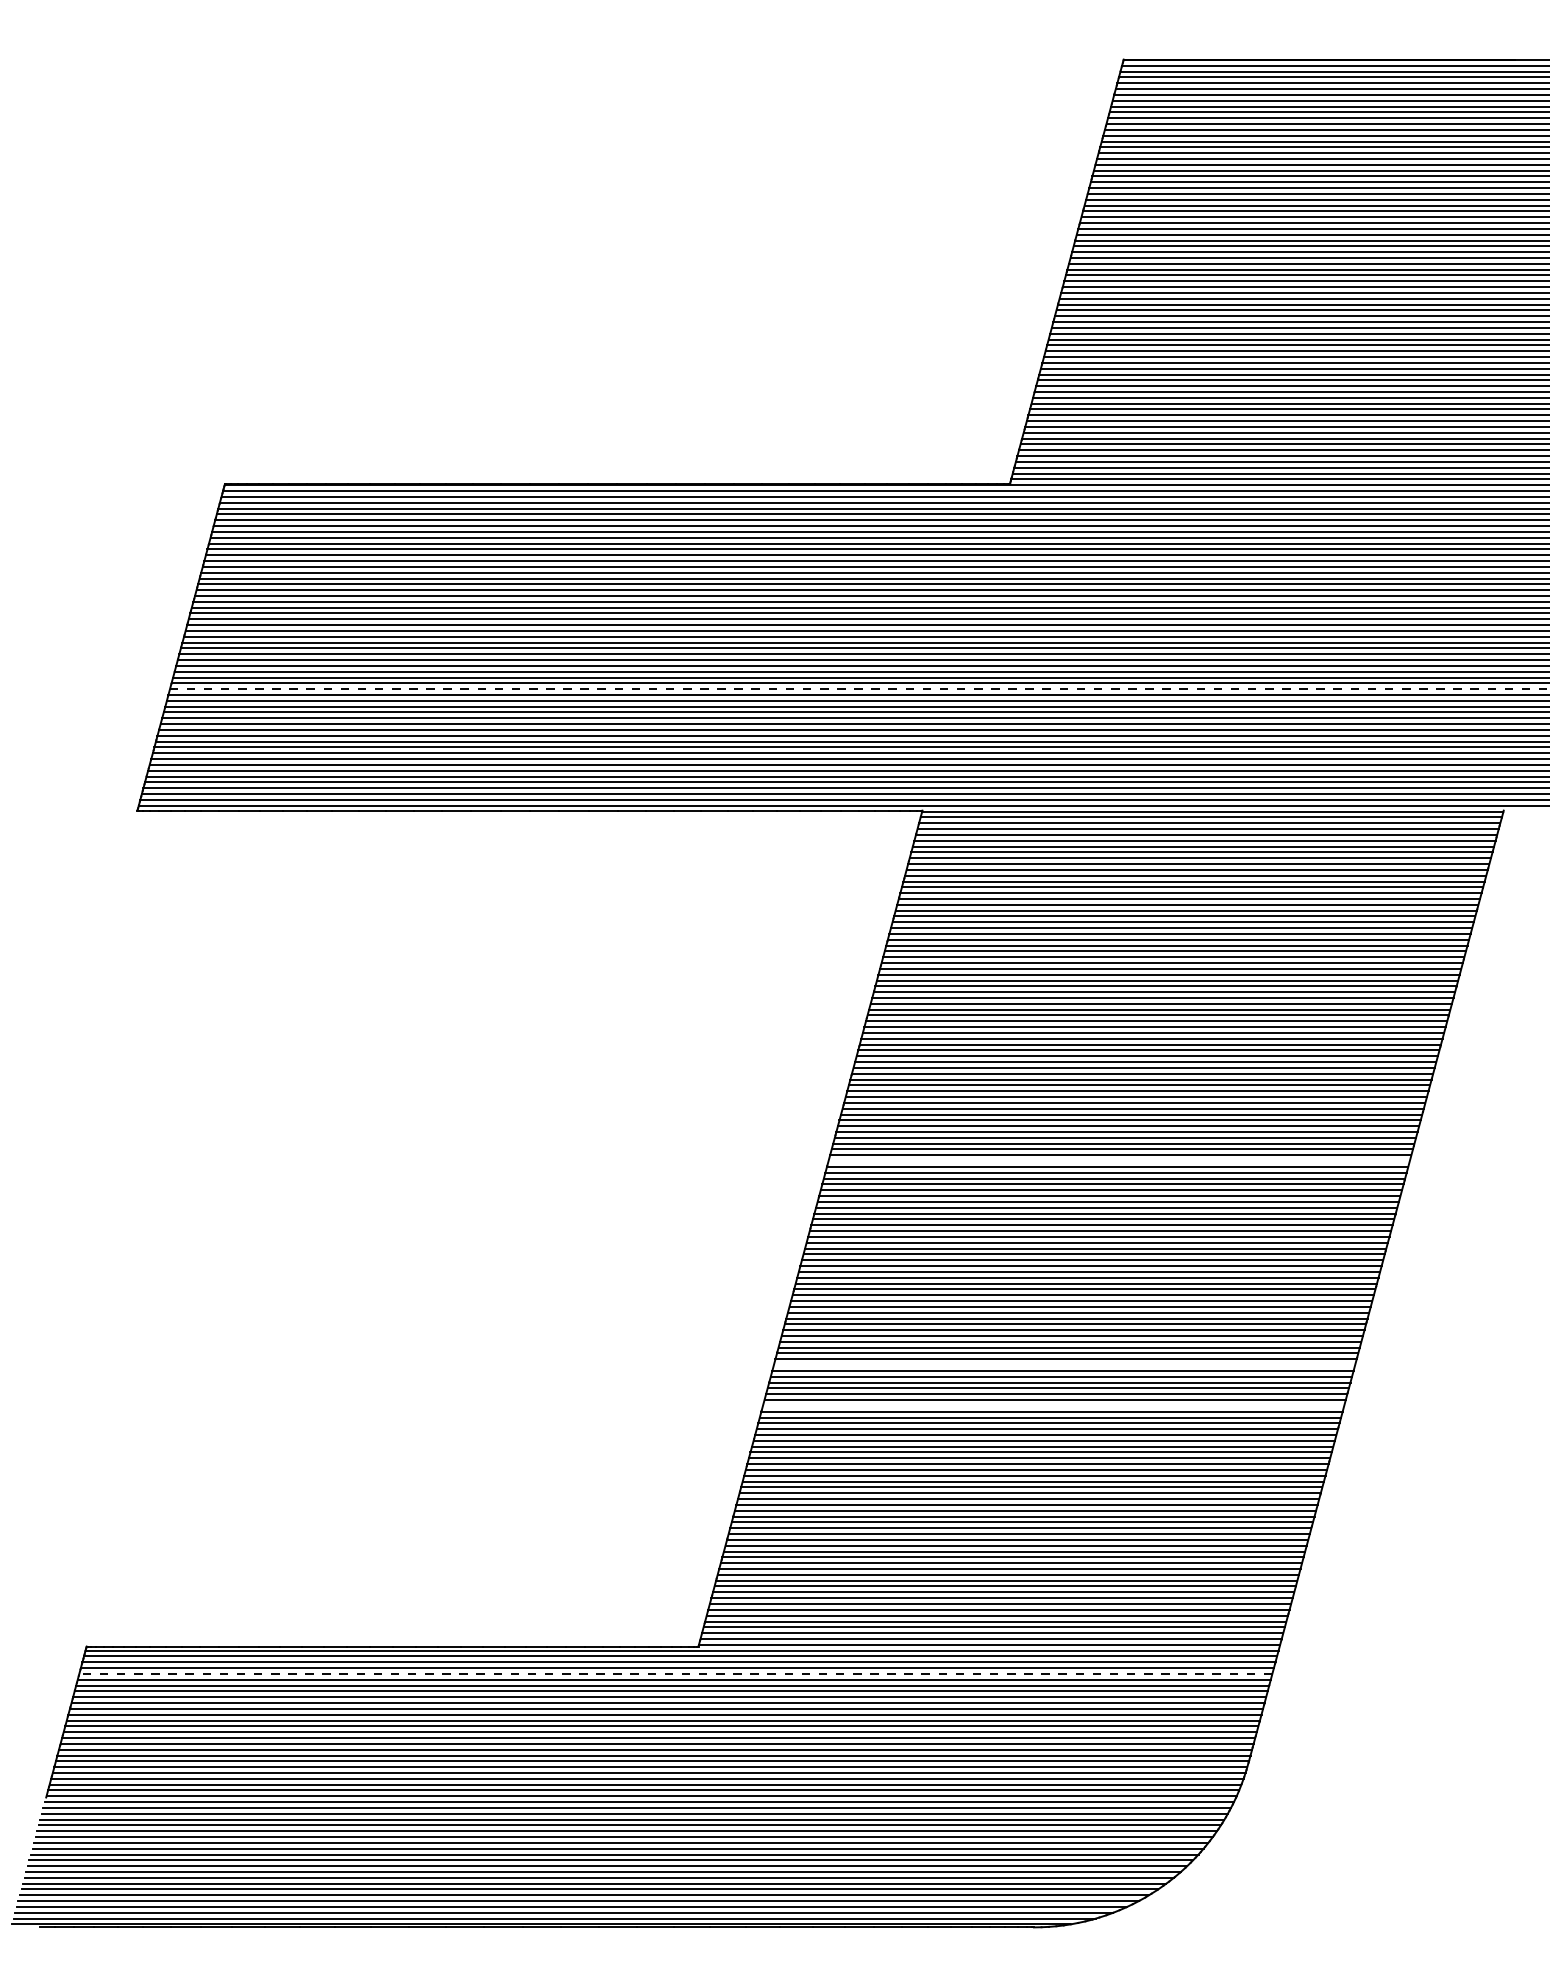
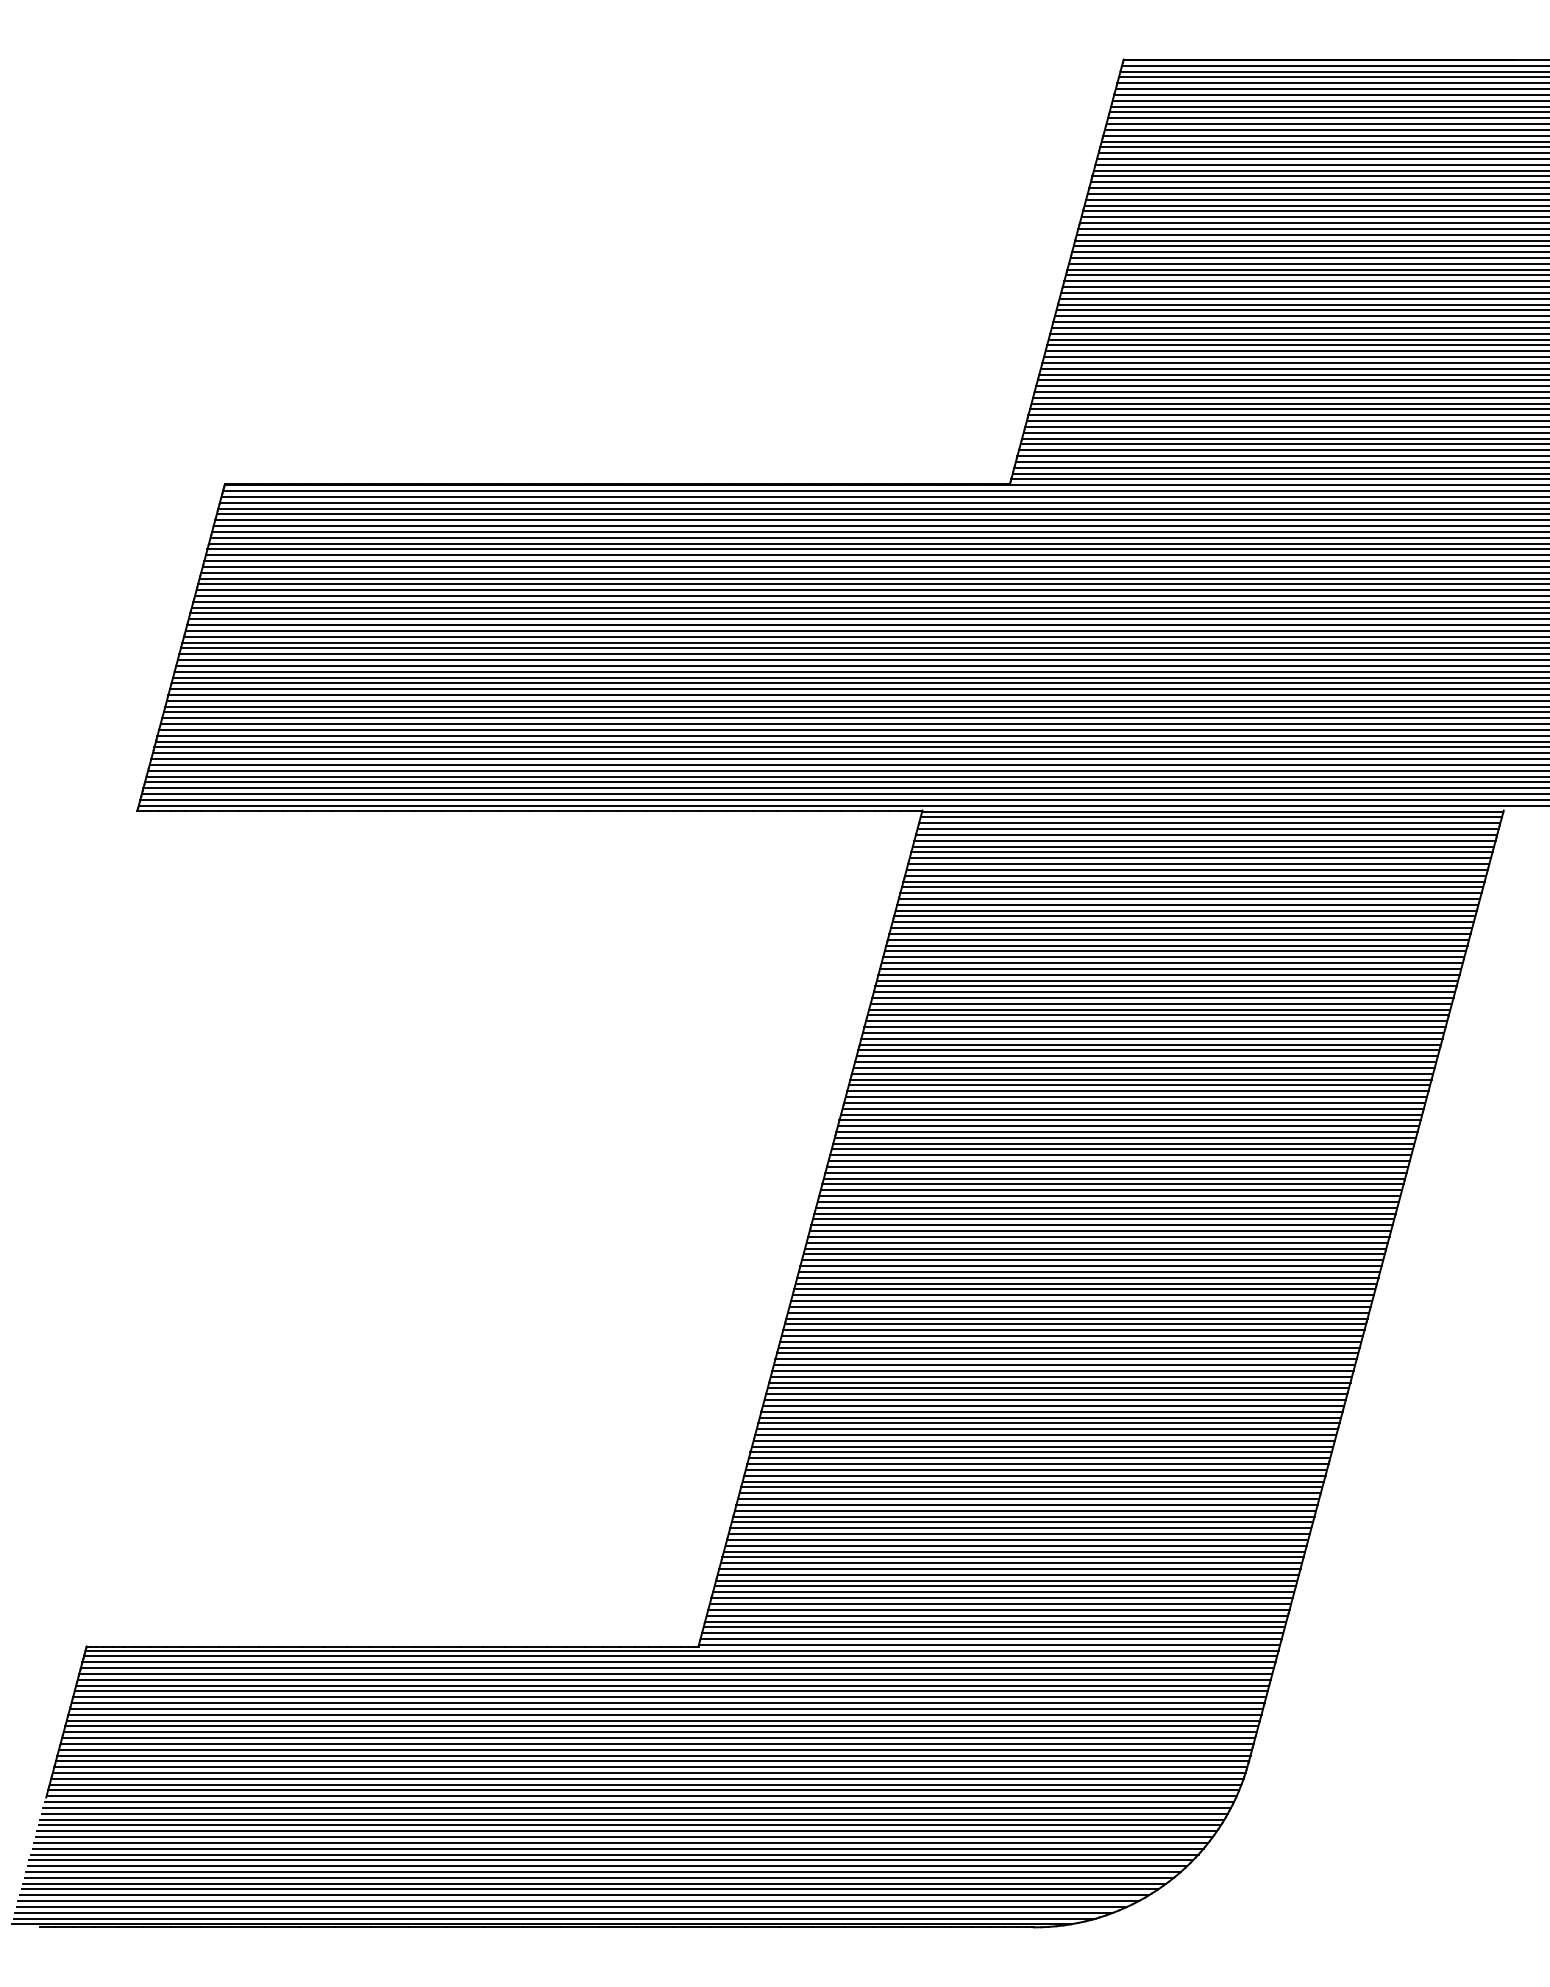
line at (859, 689): dashed -> solid
line at (1118, 1161): none -> present
line at (1064, 1365): none -> present
line at (1053, 1405): none -> present
line at (675, 1673): dashed -> solid
